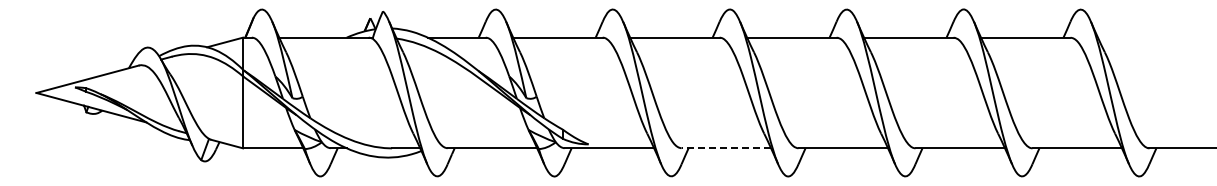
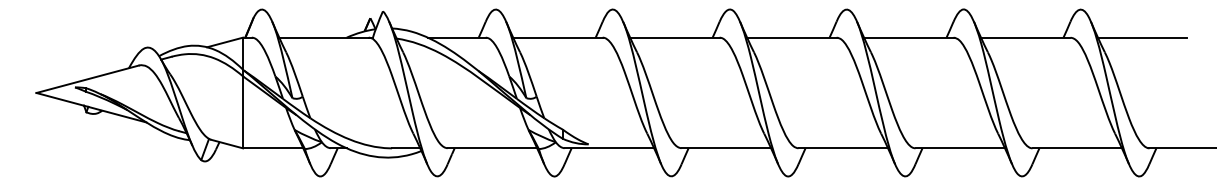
line at (1142, 37): none -> present
line at (726, 148): dashed -> solid
